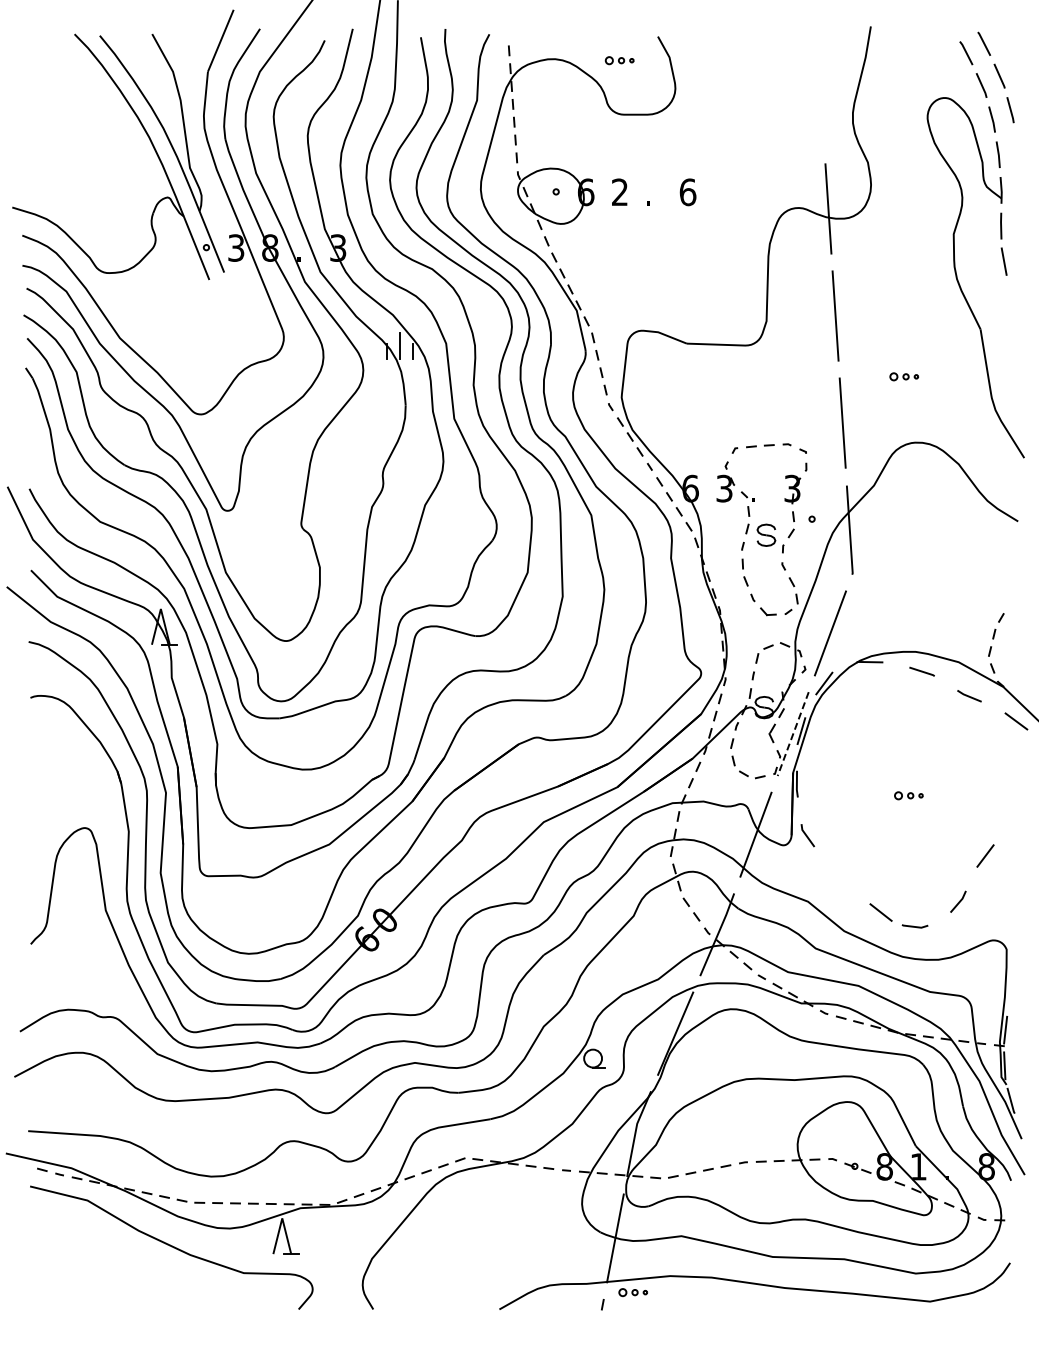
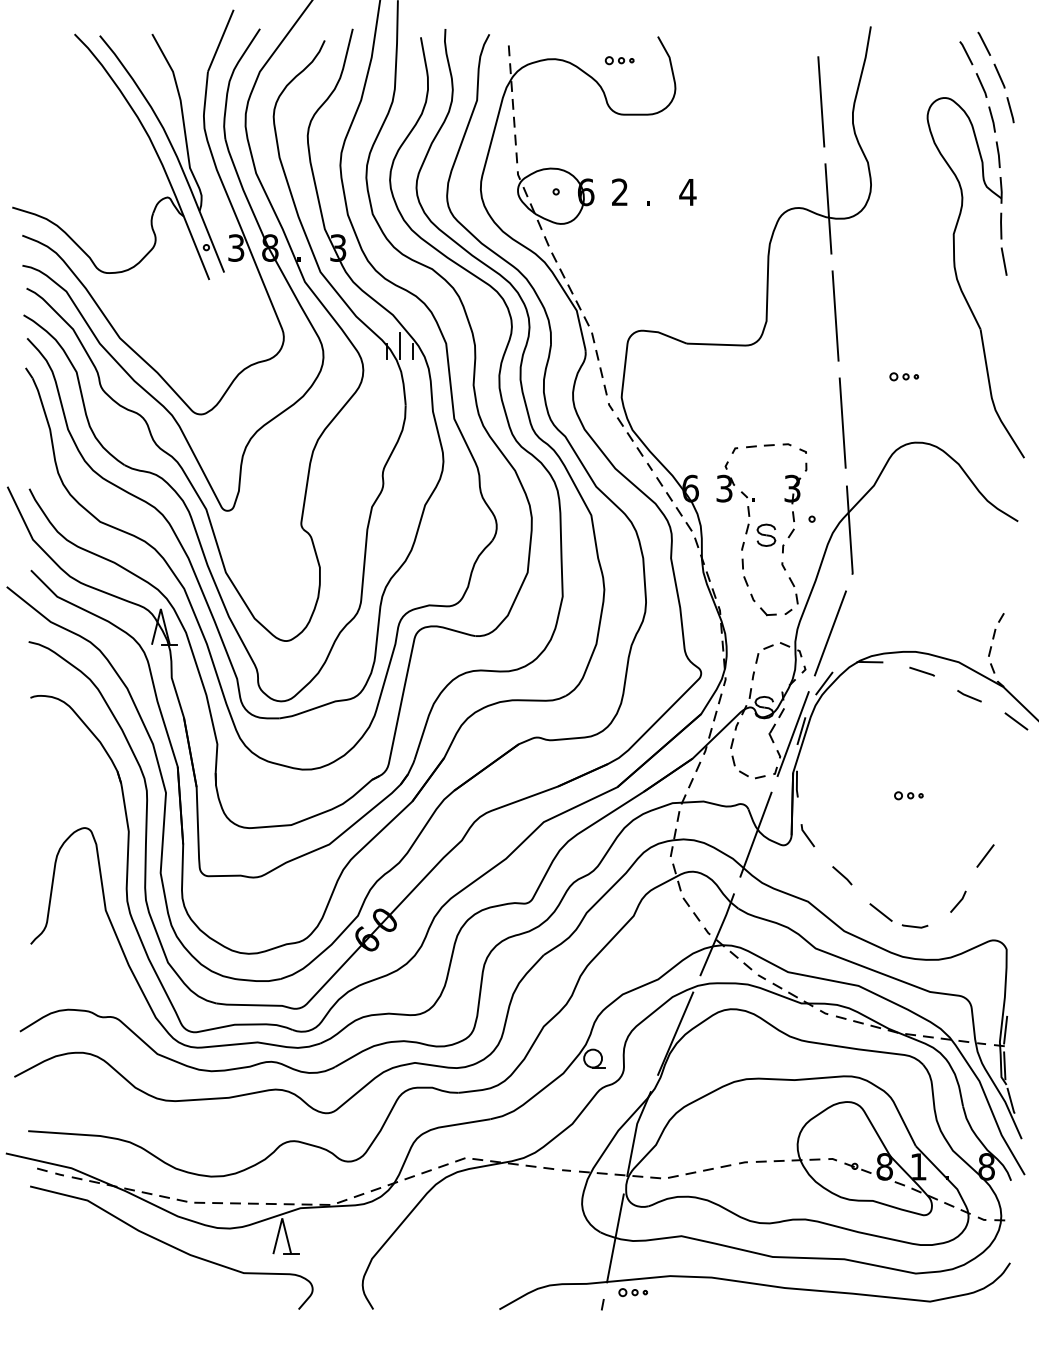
line at (821, 101): none -> present
text at (687, 192): 6 -> 4
line at (793, 734): dashed -> solid
line at (842, 875): none -> present
